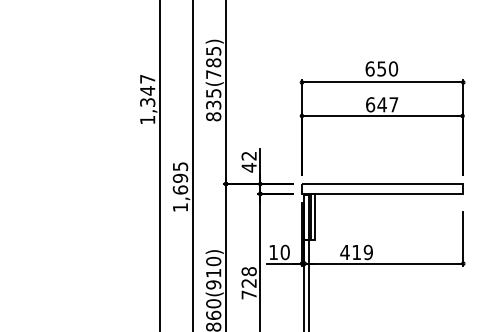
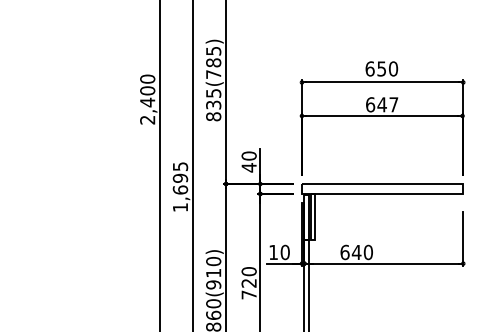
text at (147, 99): 1,347 -> 2,400
text at (248, 155): 42 -> 40
text at (356, 252): 419 -> 640
text at (248, 271): 728 -> 720
